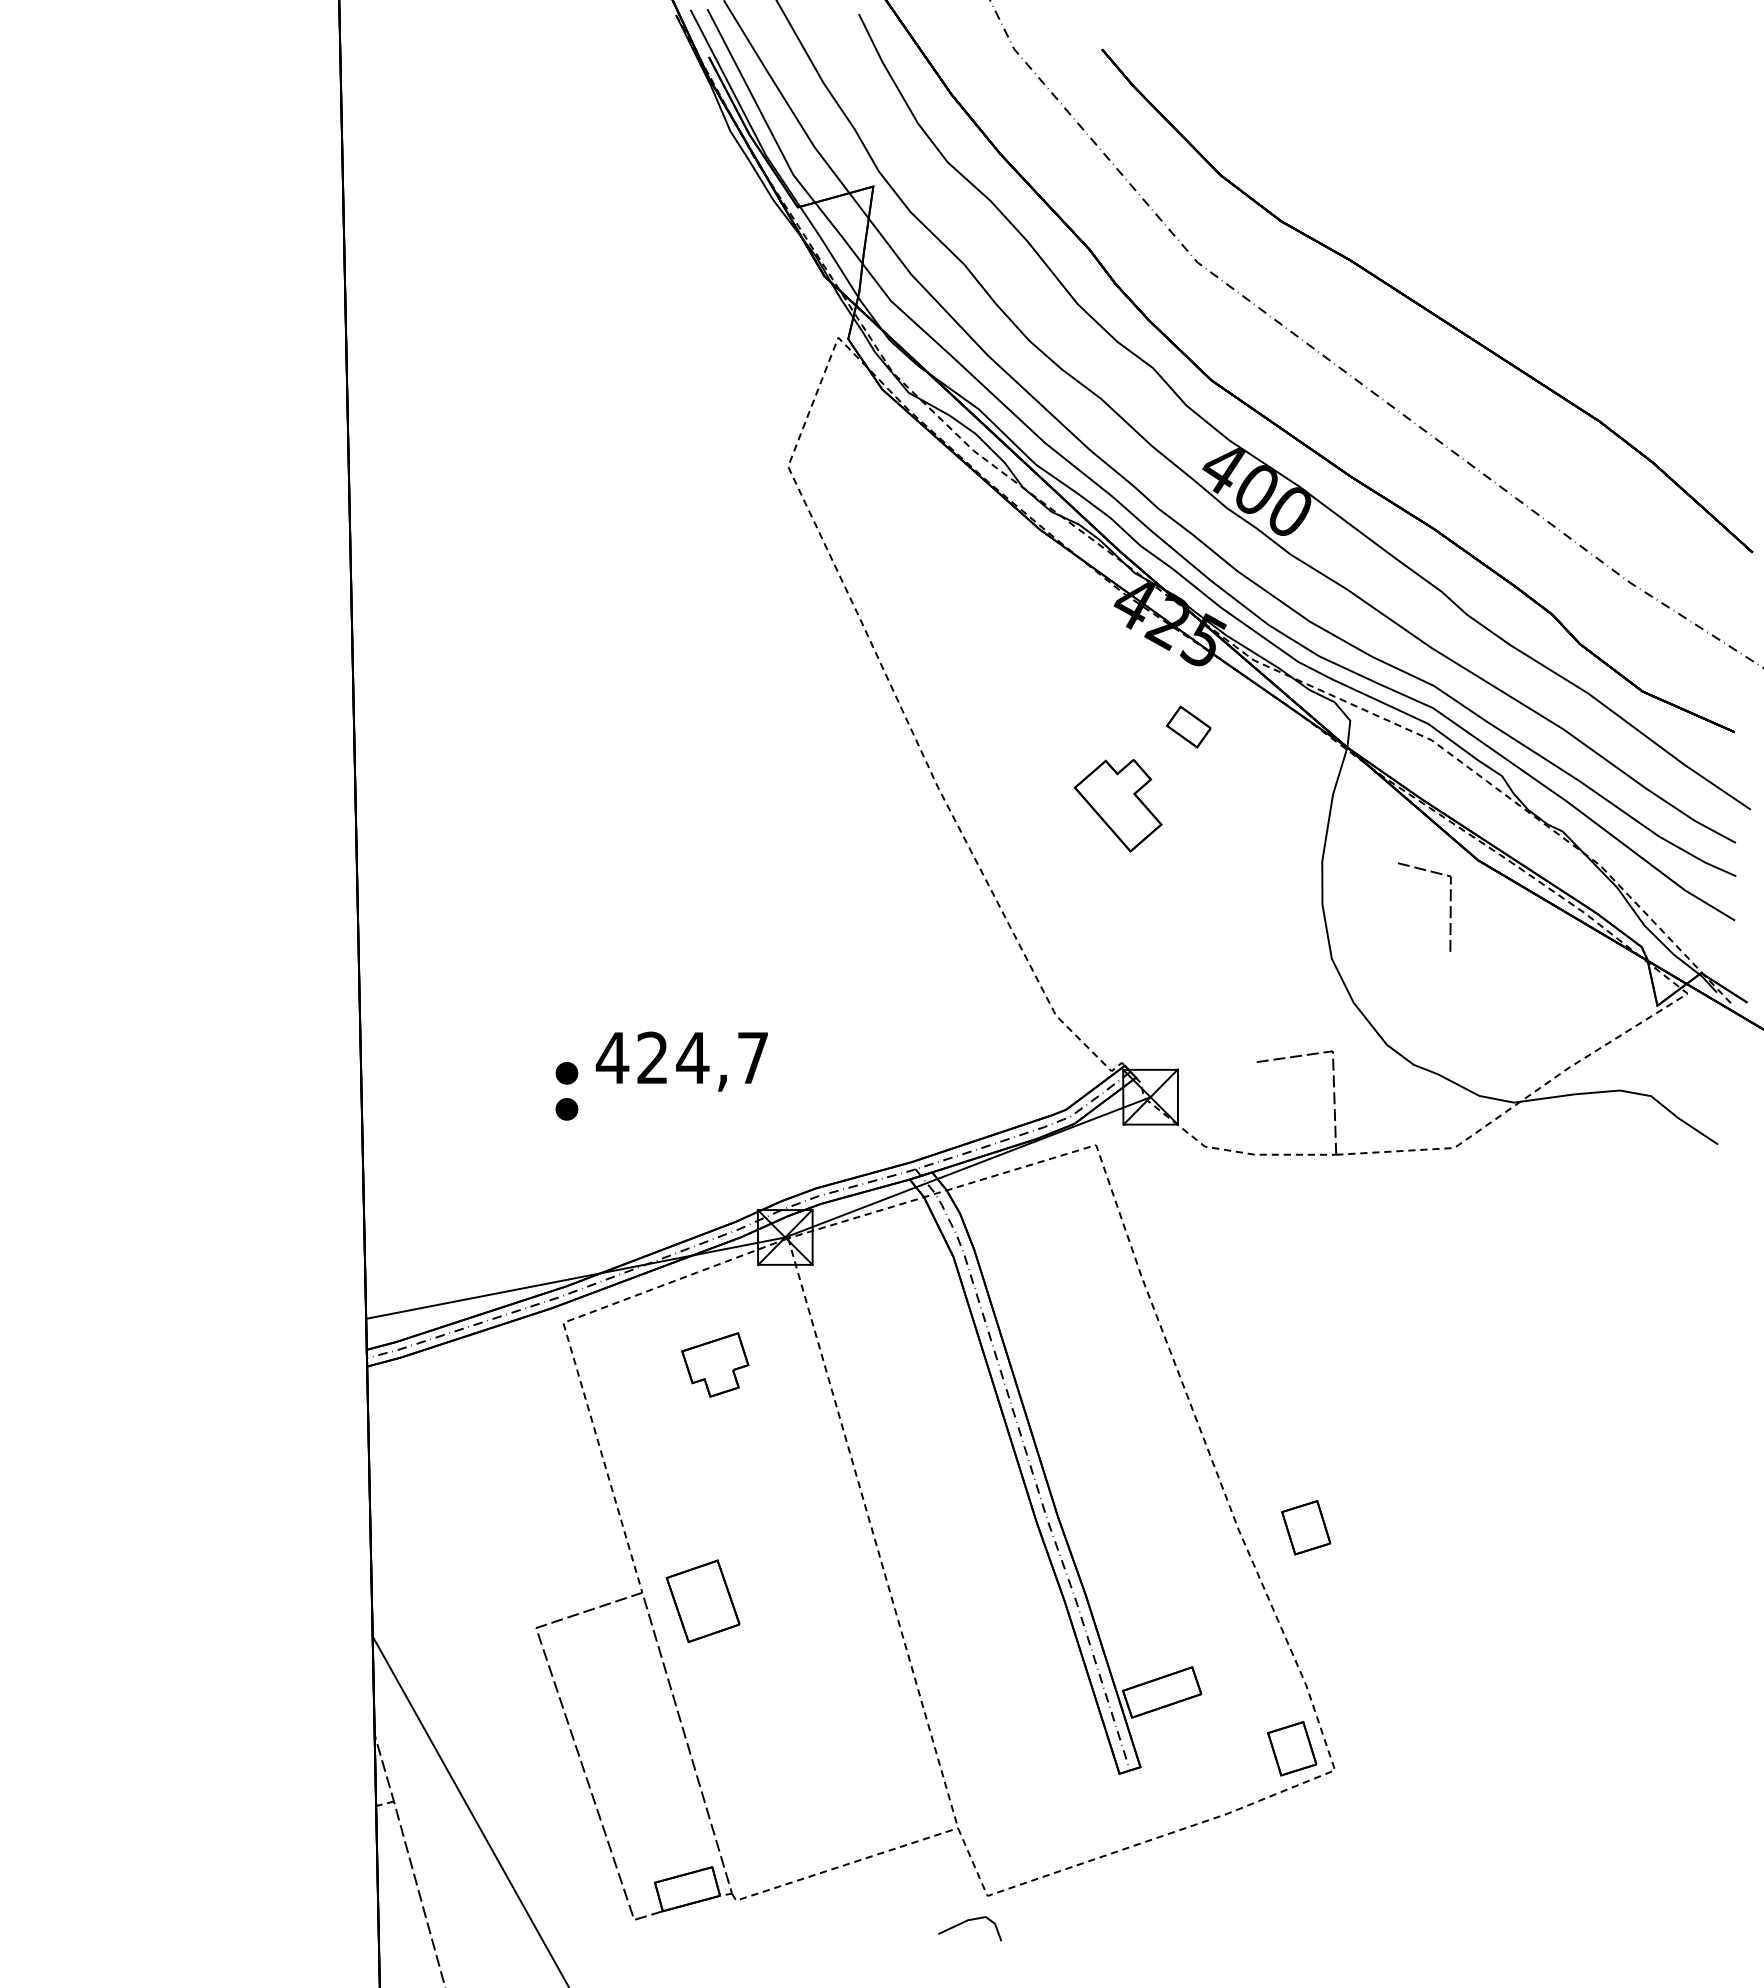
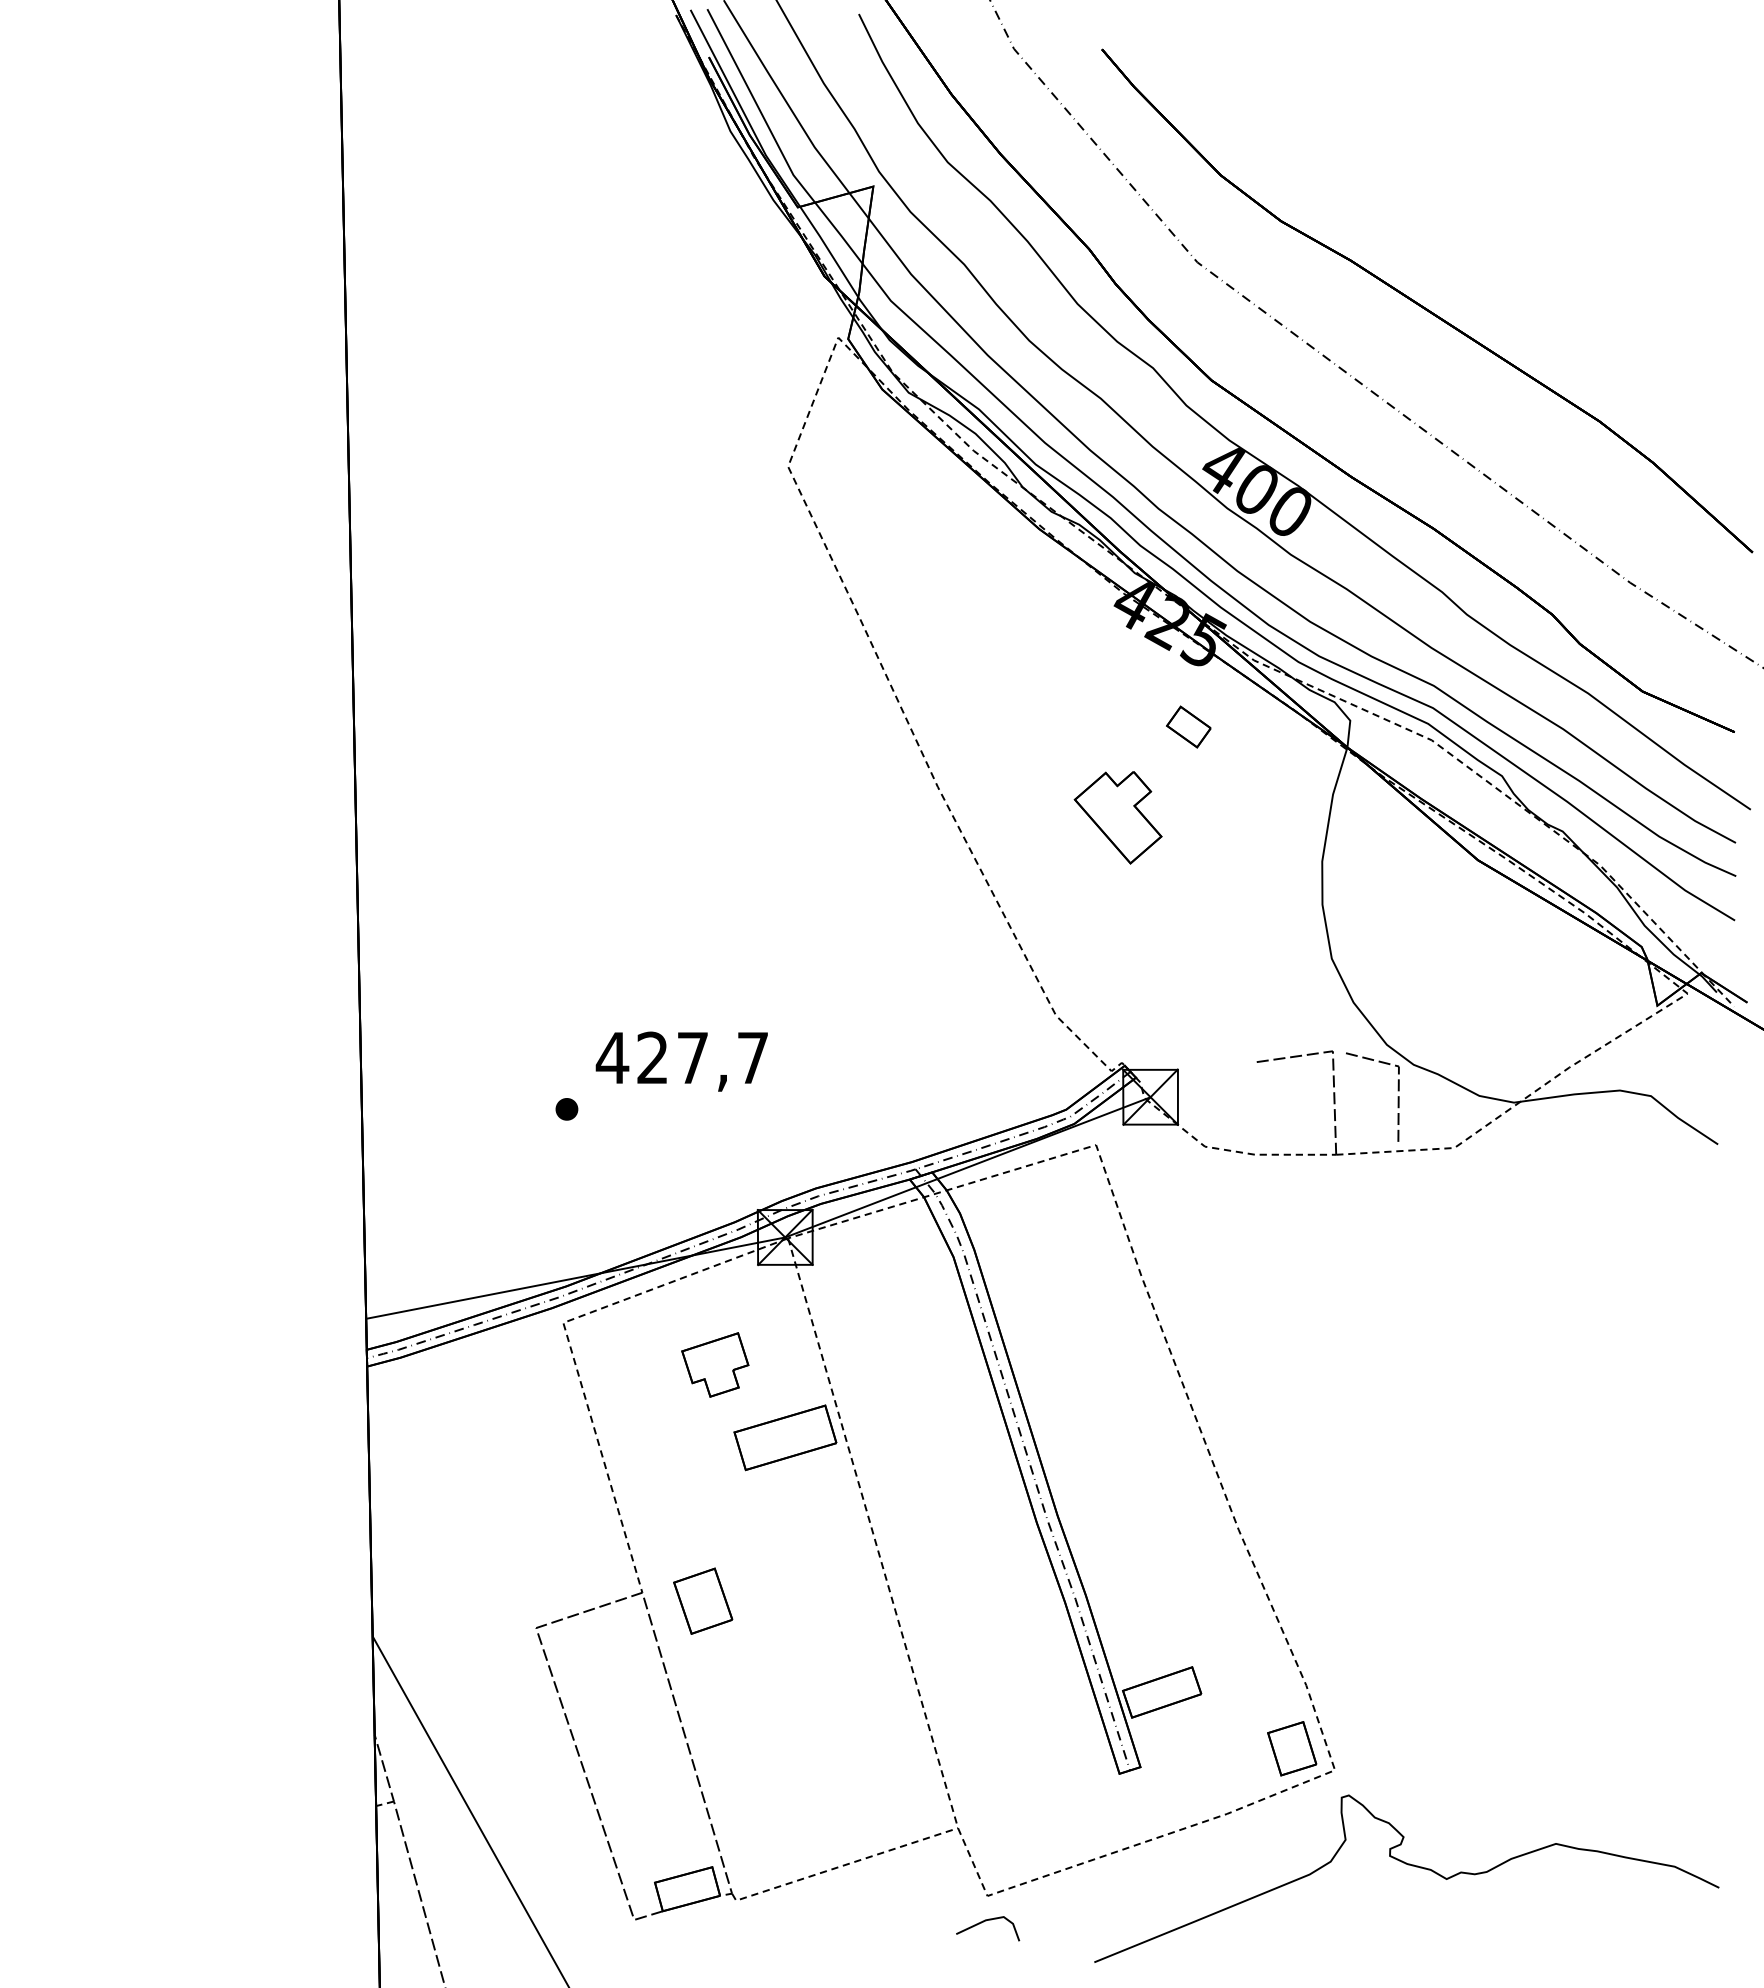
part at (1117, 805) position: (1117, 805) -> (1117, 817)
line at (1449, 906) position: (1449, 906) -> (1397, 1096)
text at (692, 1057): 424,7 -> 427,7
part at (566, 1073): present -> none
part at (785, 1437): none -> present
part at (1306, 1527): present -> none
part at (702, 1601) size: 76x85 px -> 61x68 px
curve at (1408, 1865): none -> present
line at (968, 1921) position: (968, 1921) -> (986, 1921)
